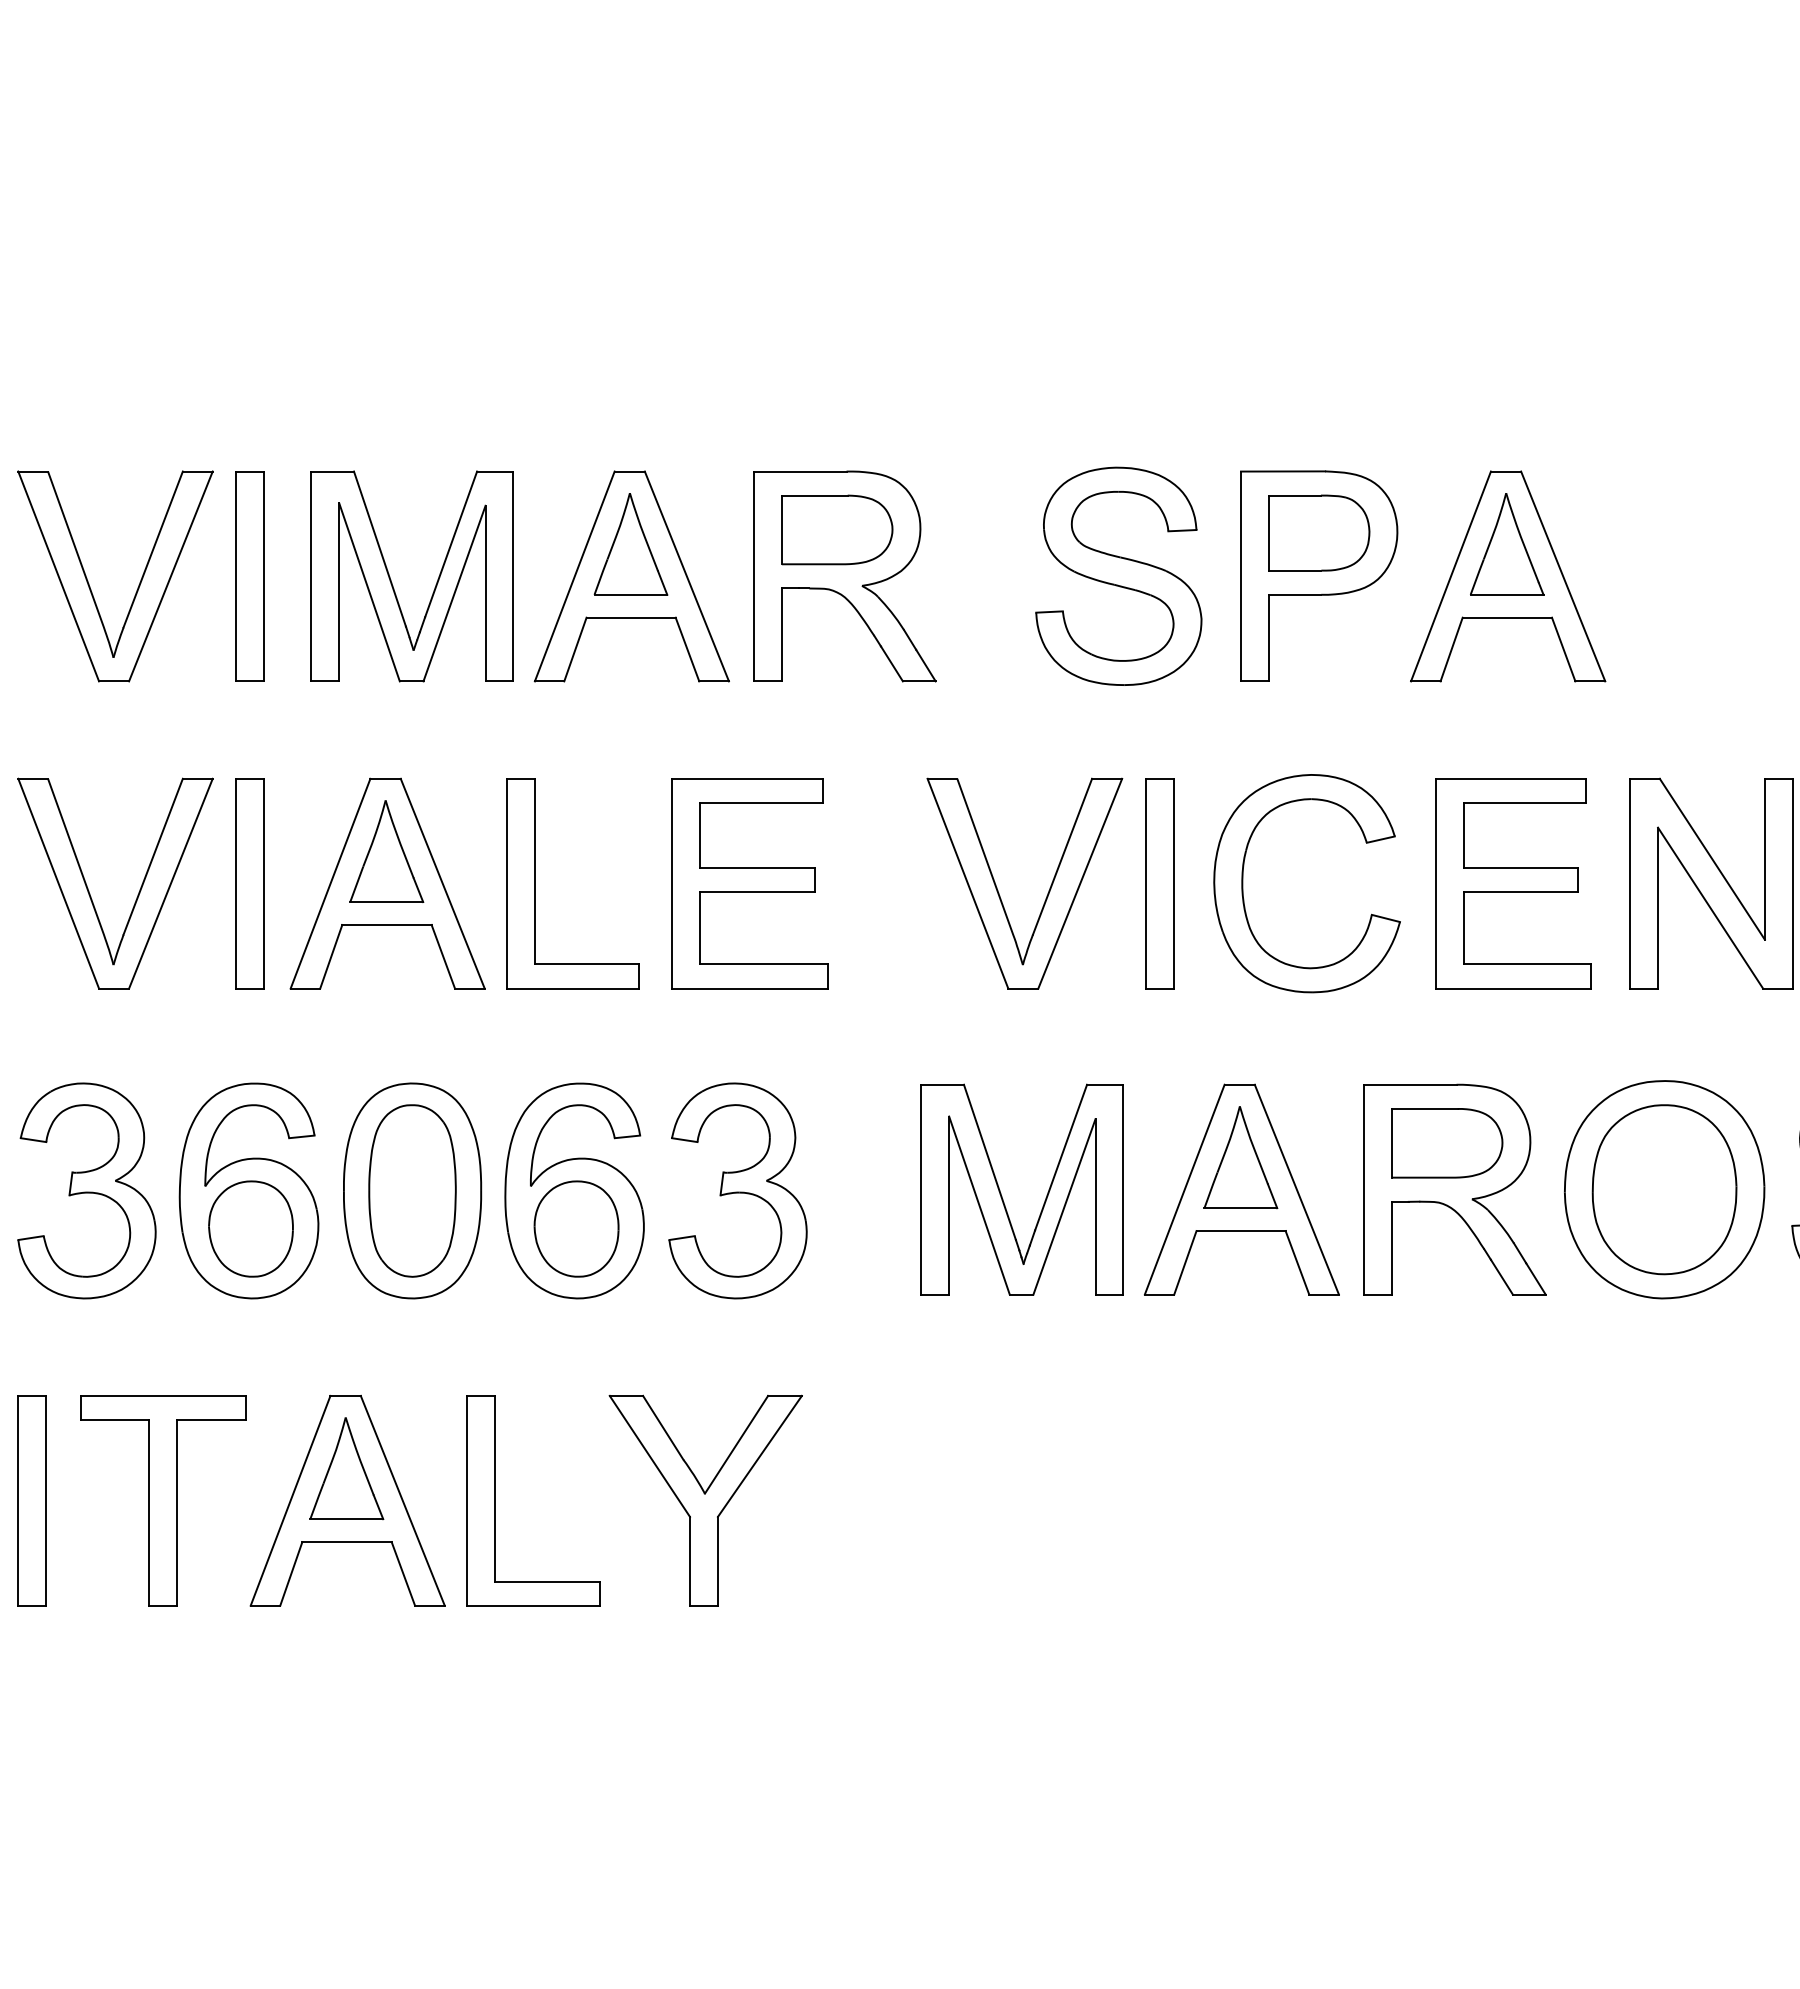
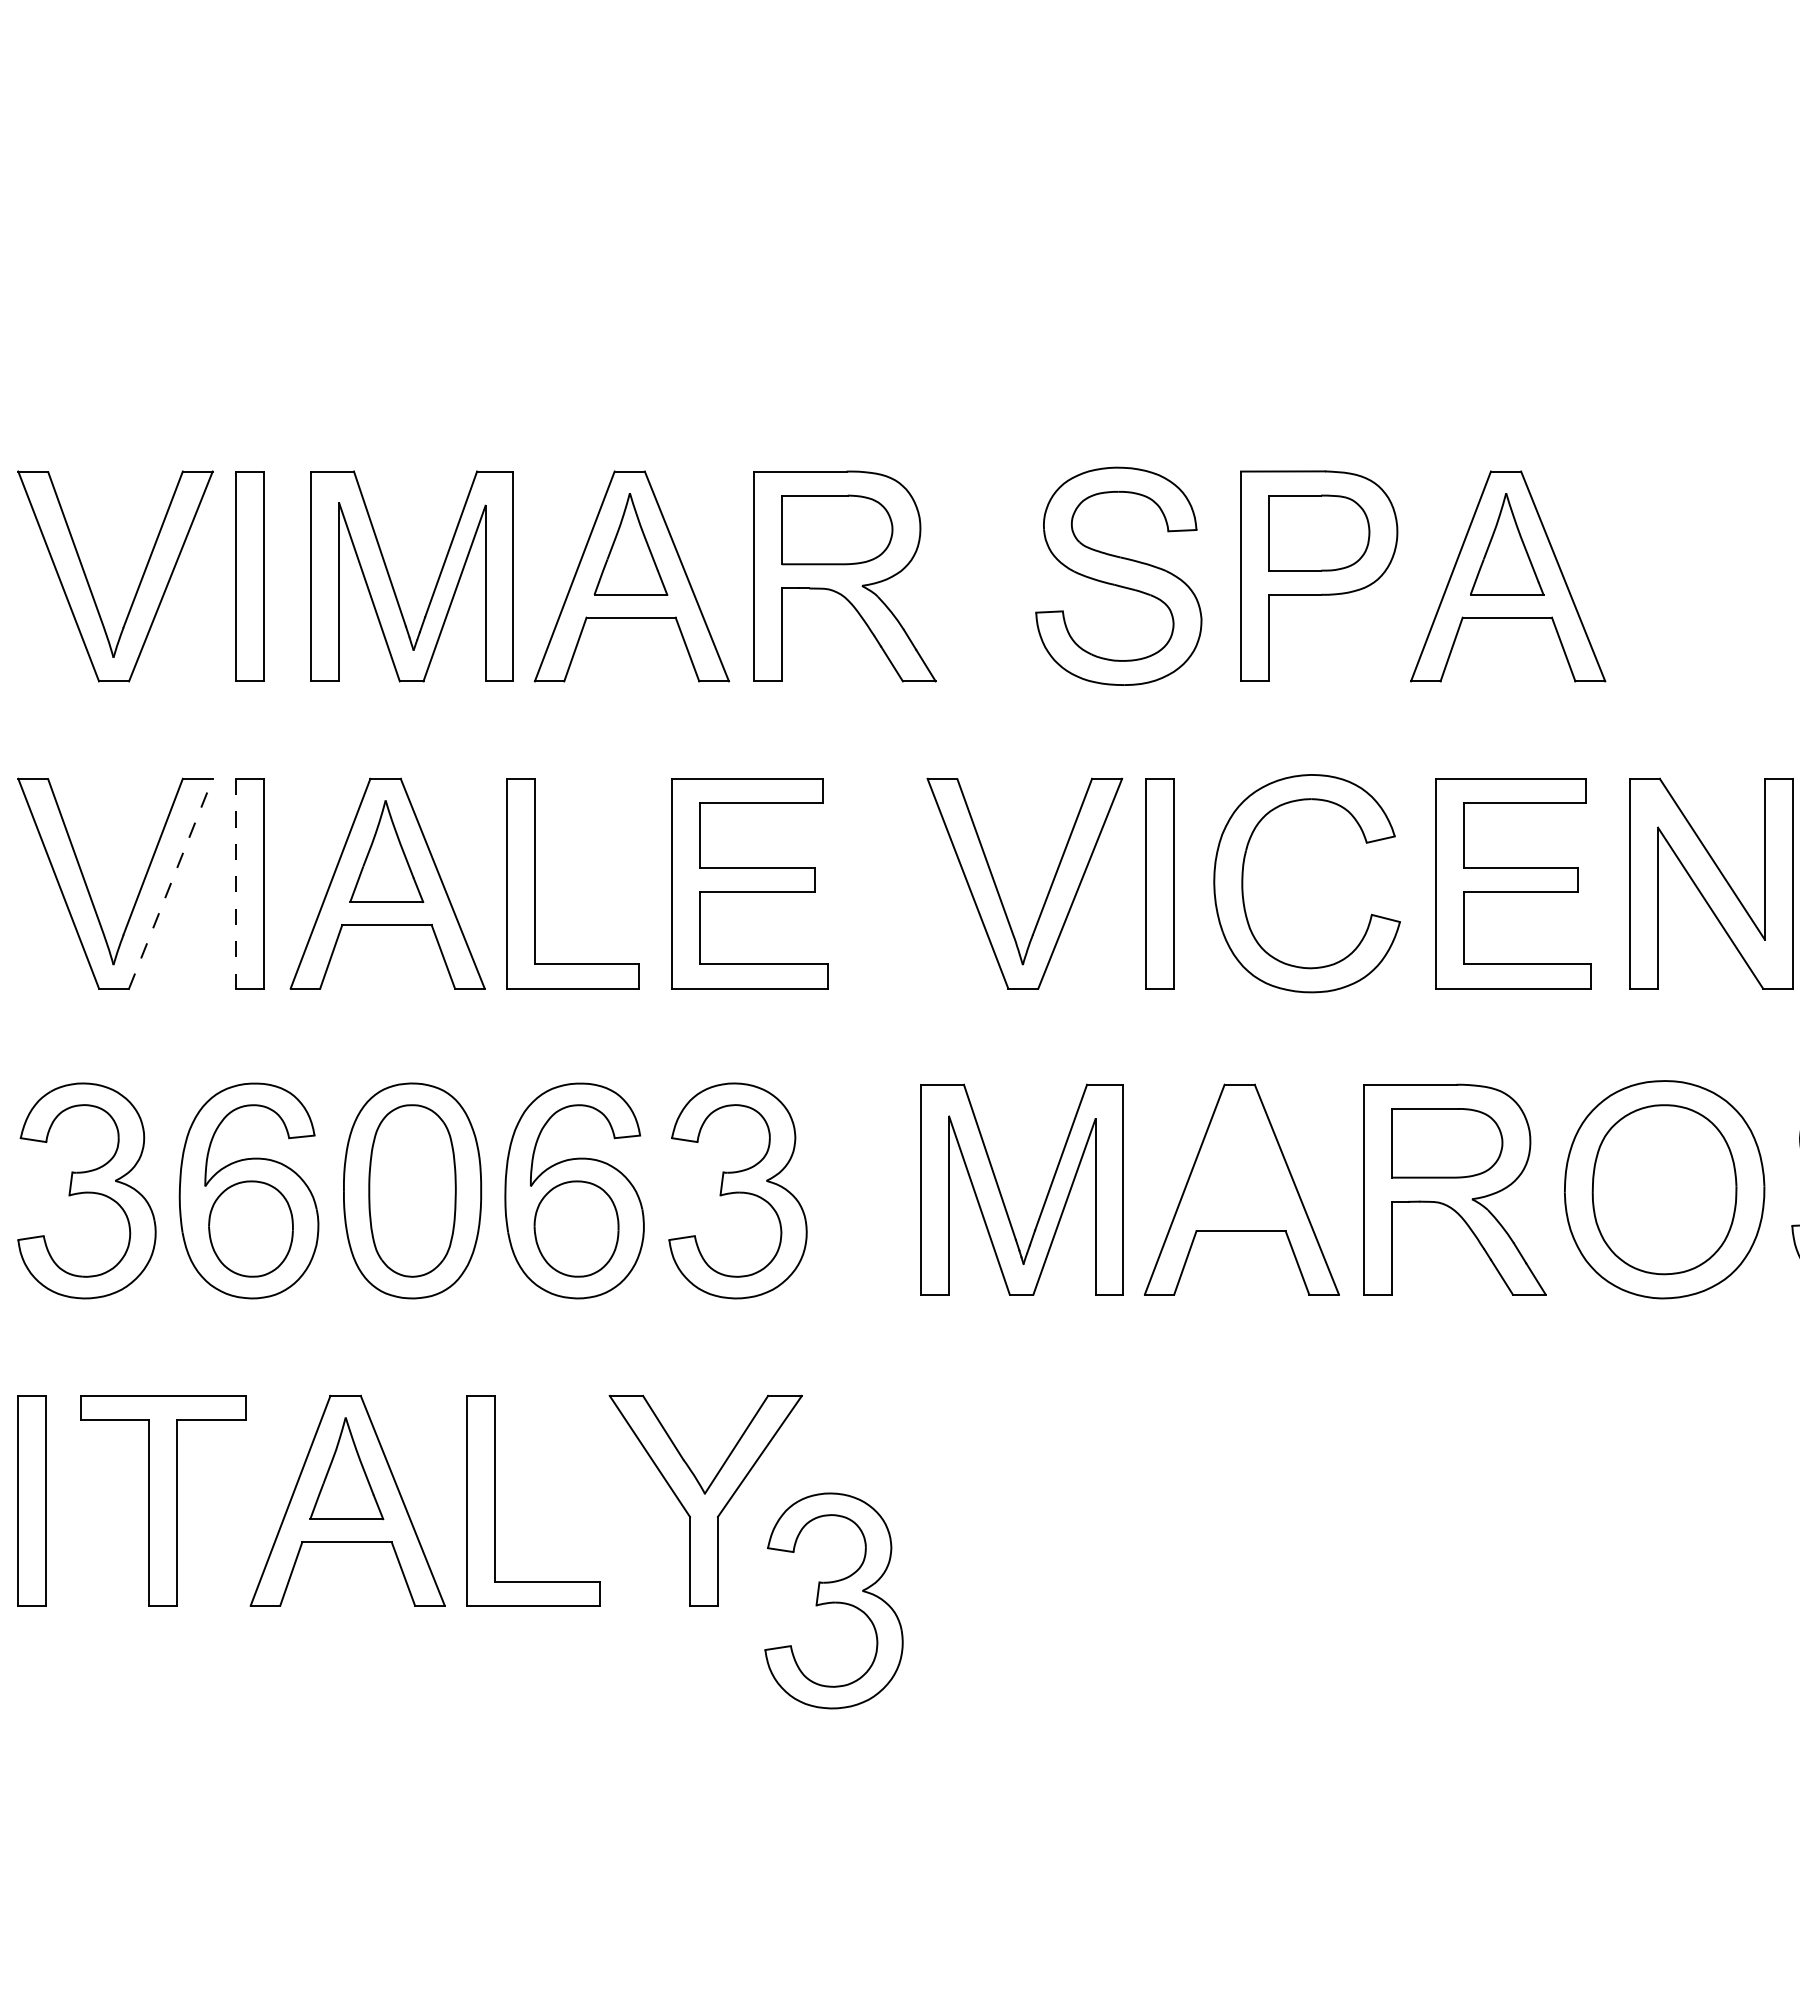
line at (170, 883): solid -> dashed
line at (236, 883): solid -> dashed
part at (1240, 1157): present -> none
part at (833, 1600): none -> present
